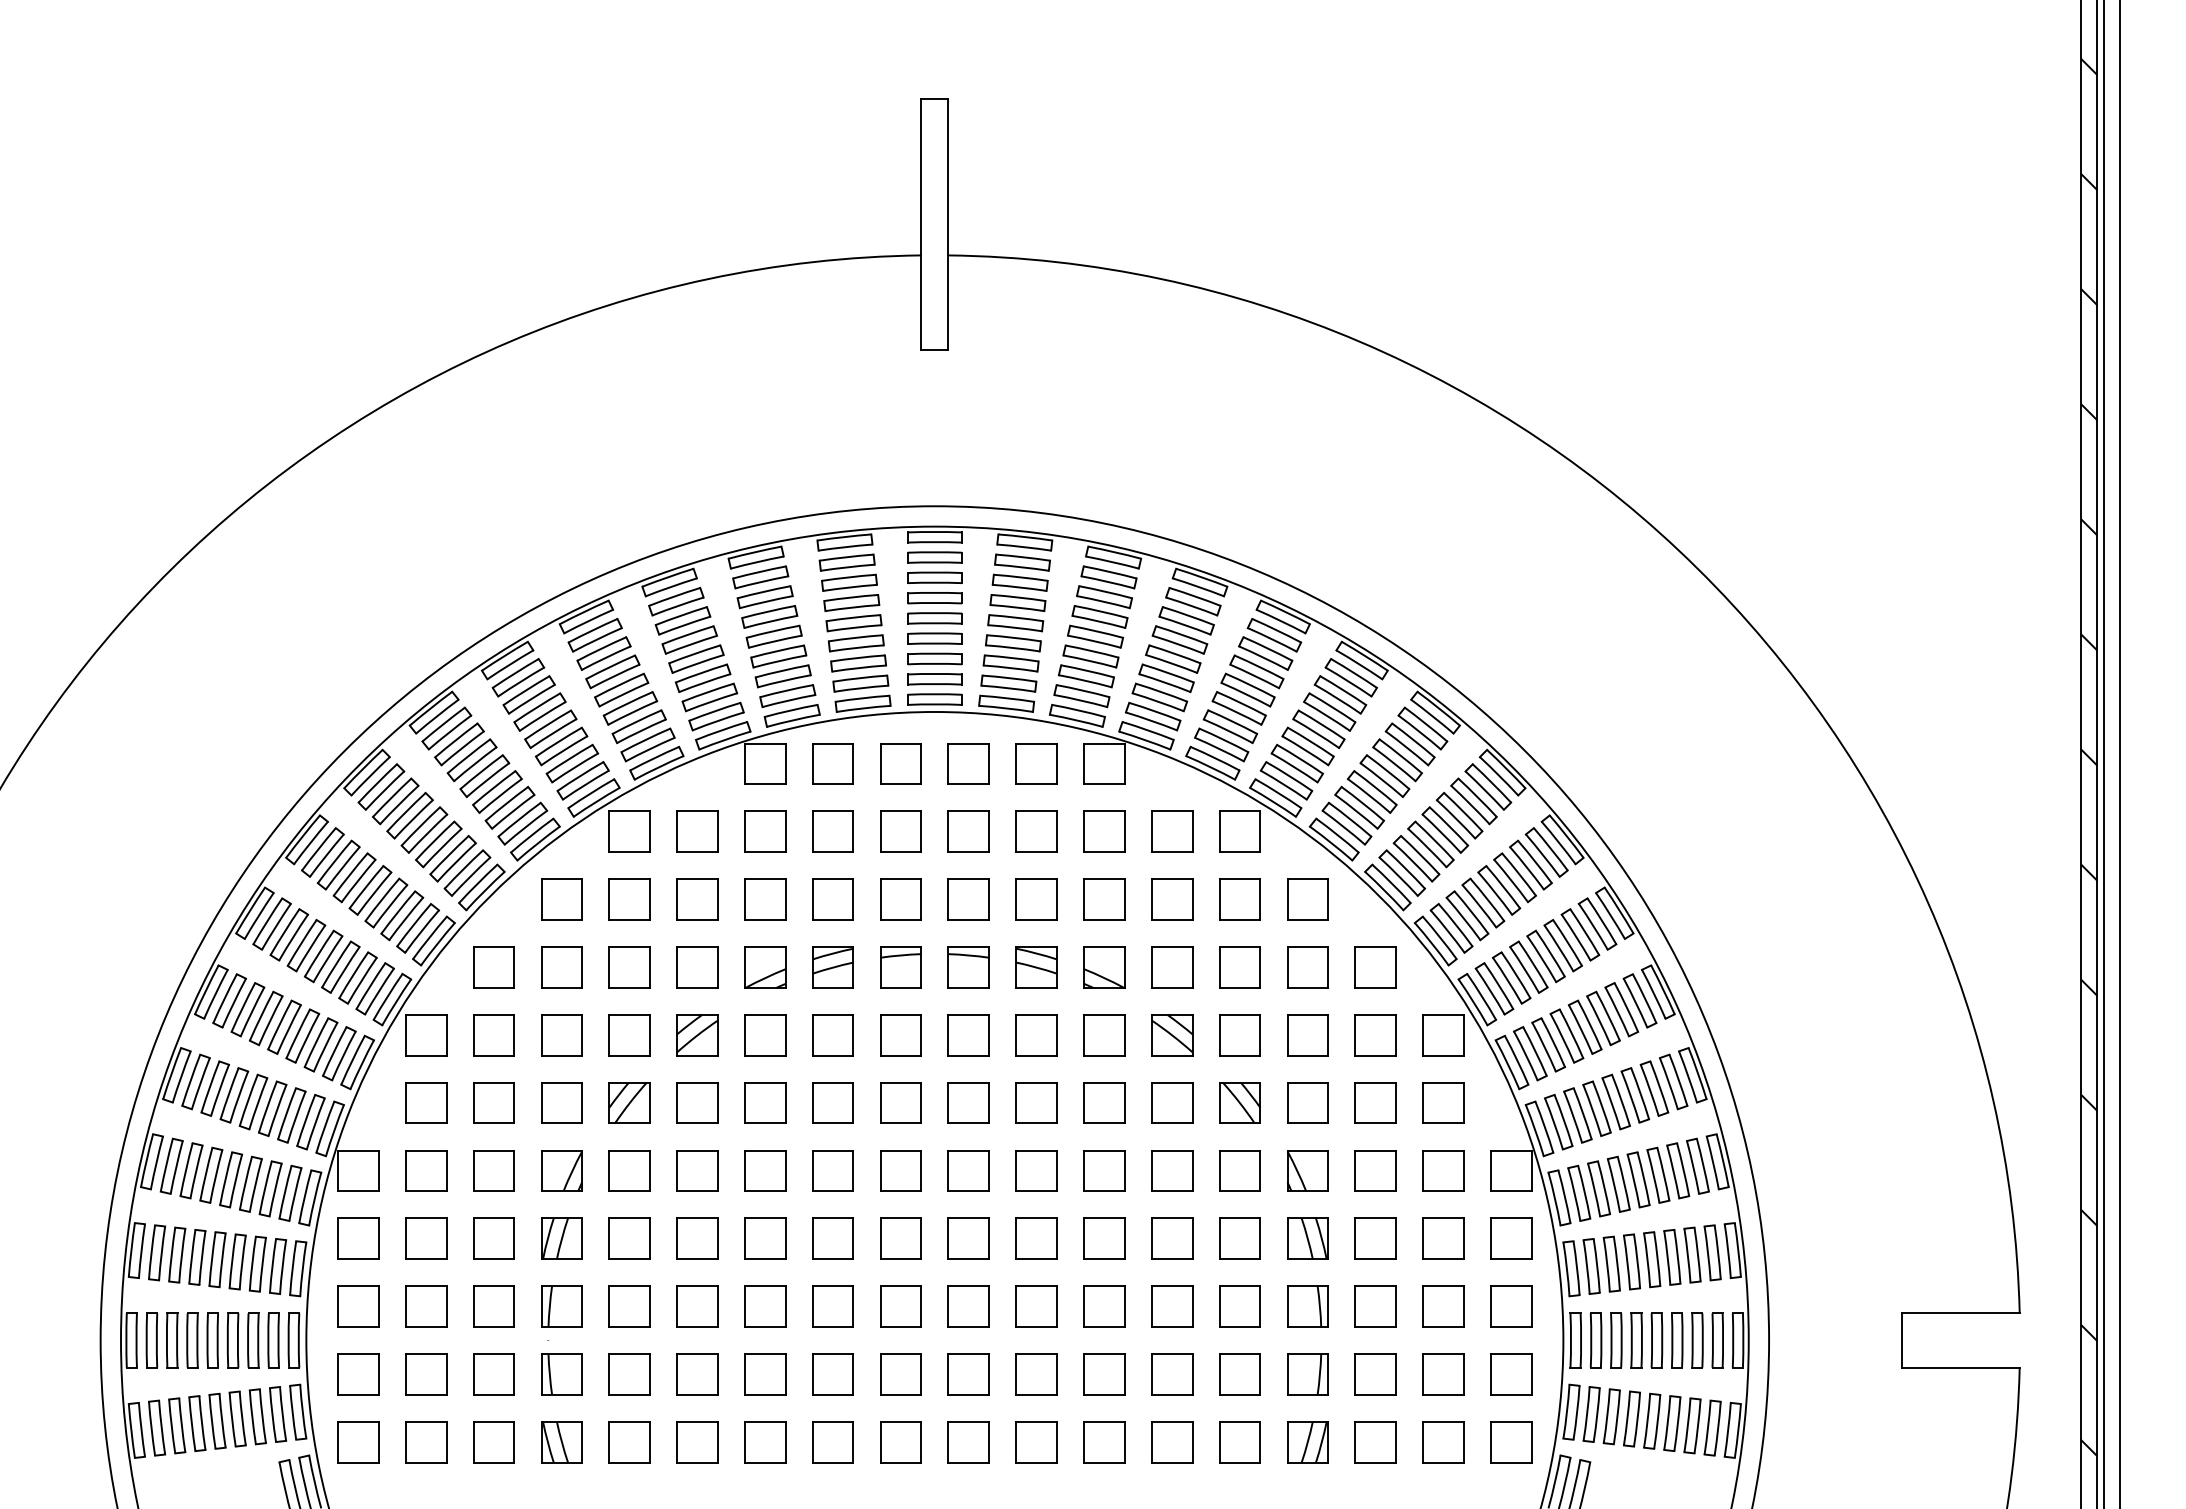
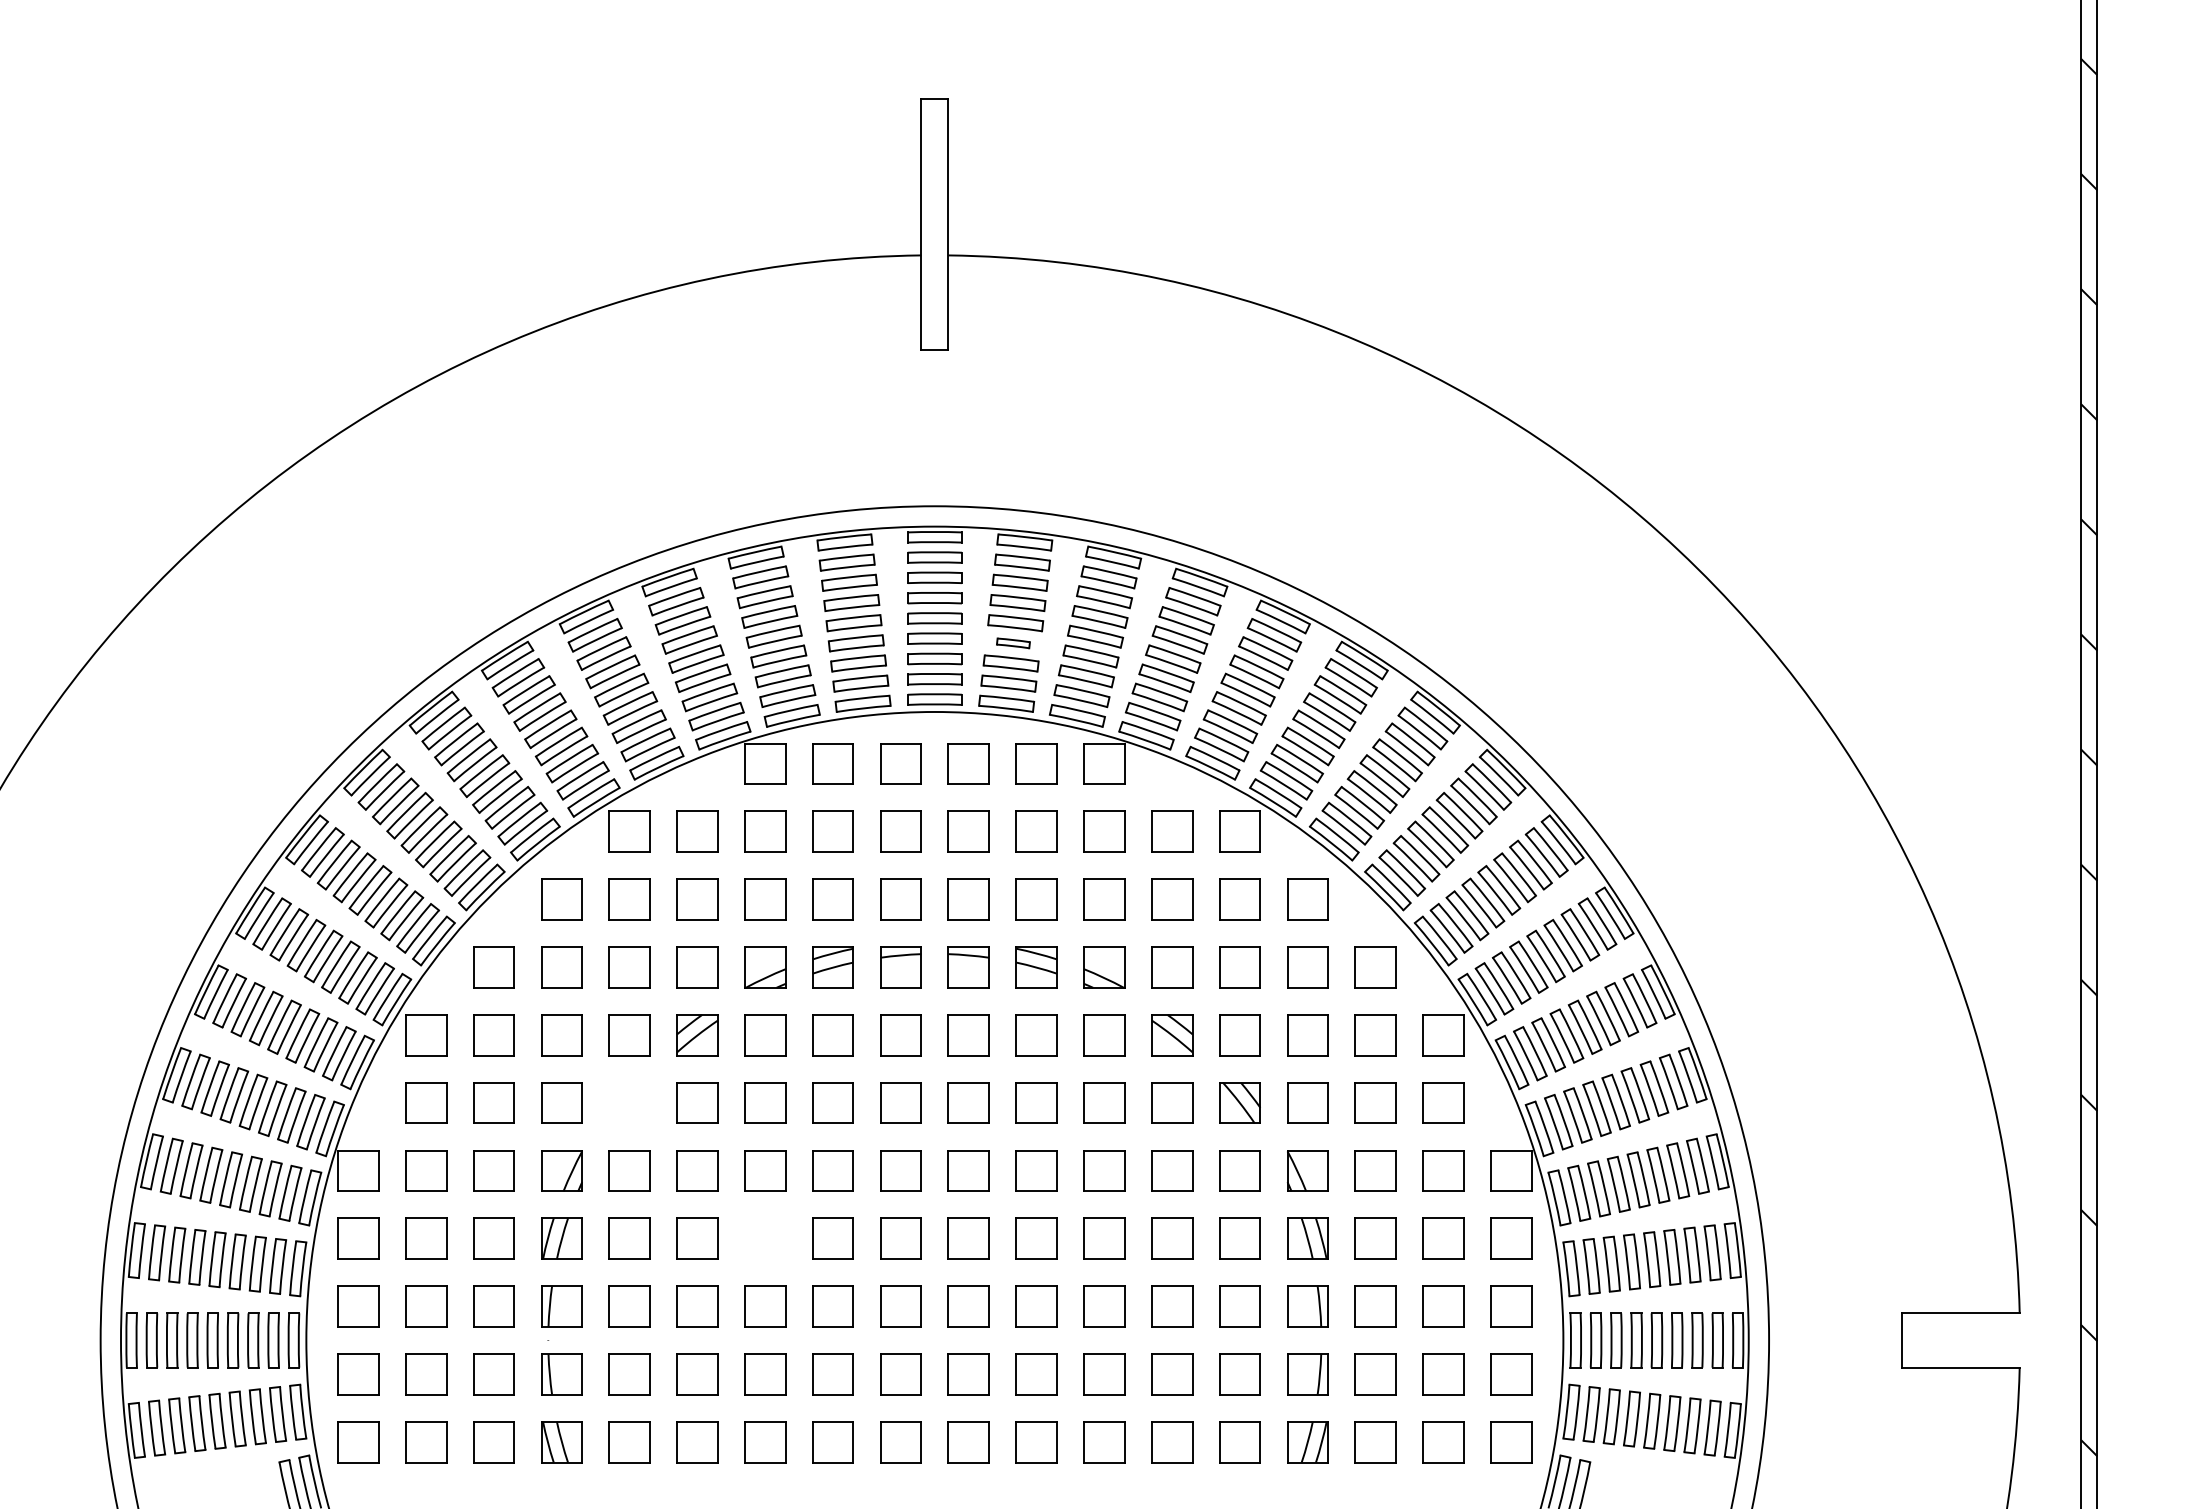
part at (1013, 643) size: 57x19 px -> 35x13 px
line at (2104, 753): present -> none
line at (2120, 753): present -> none
part at (629, 1102): present -> none
part at (765, 1238): present -> none
